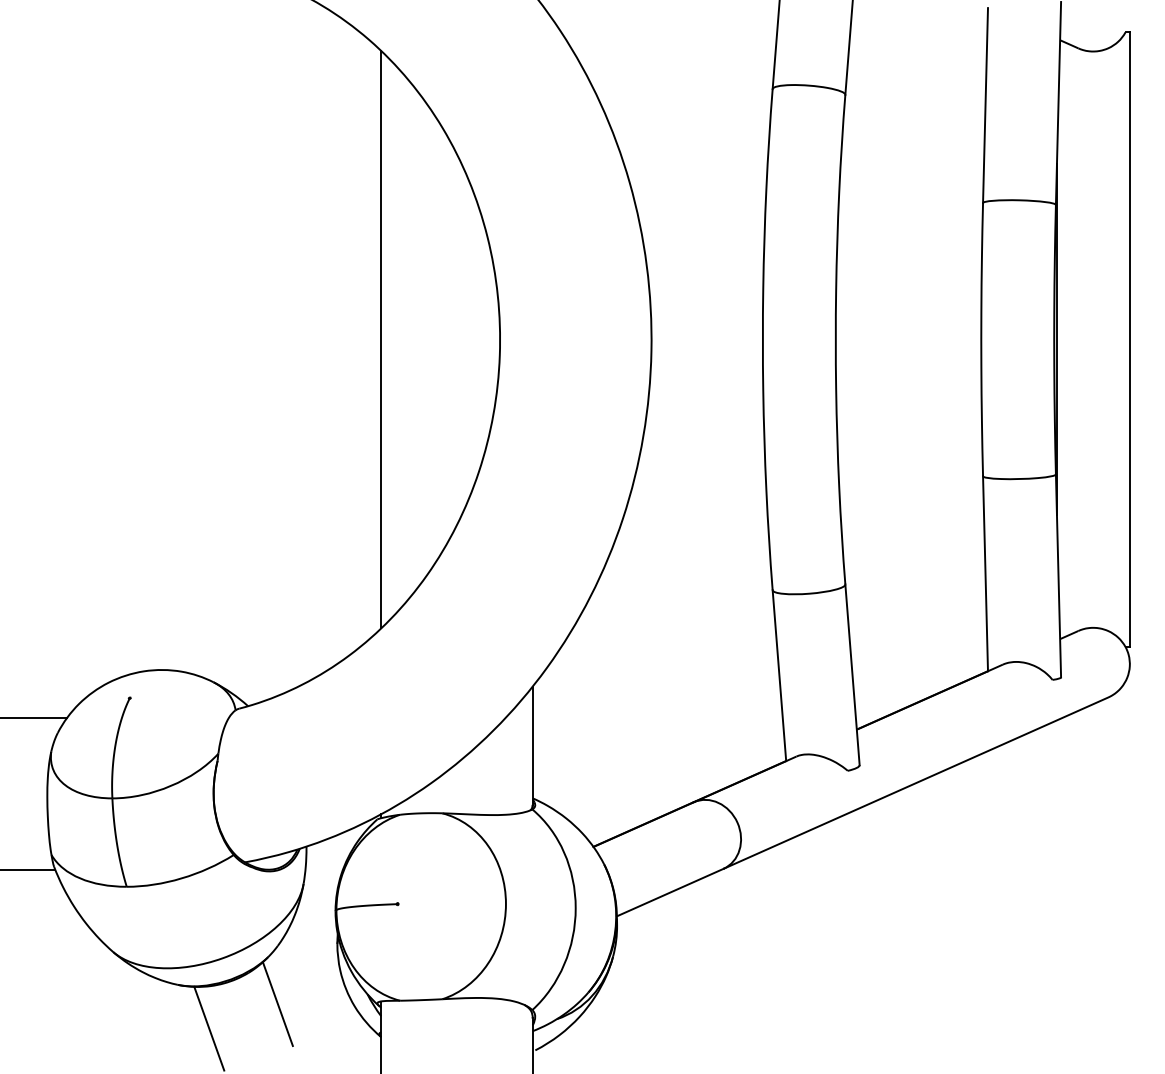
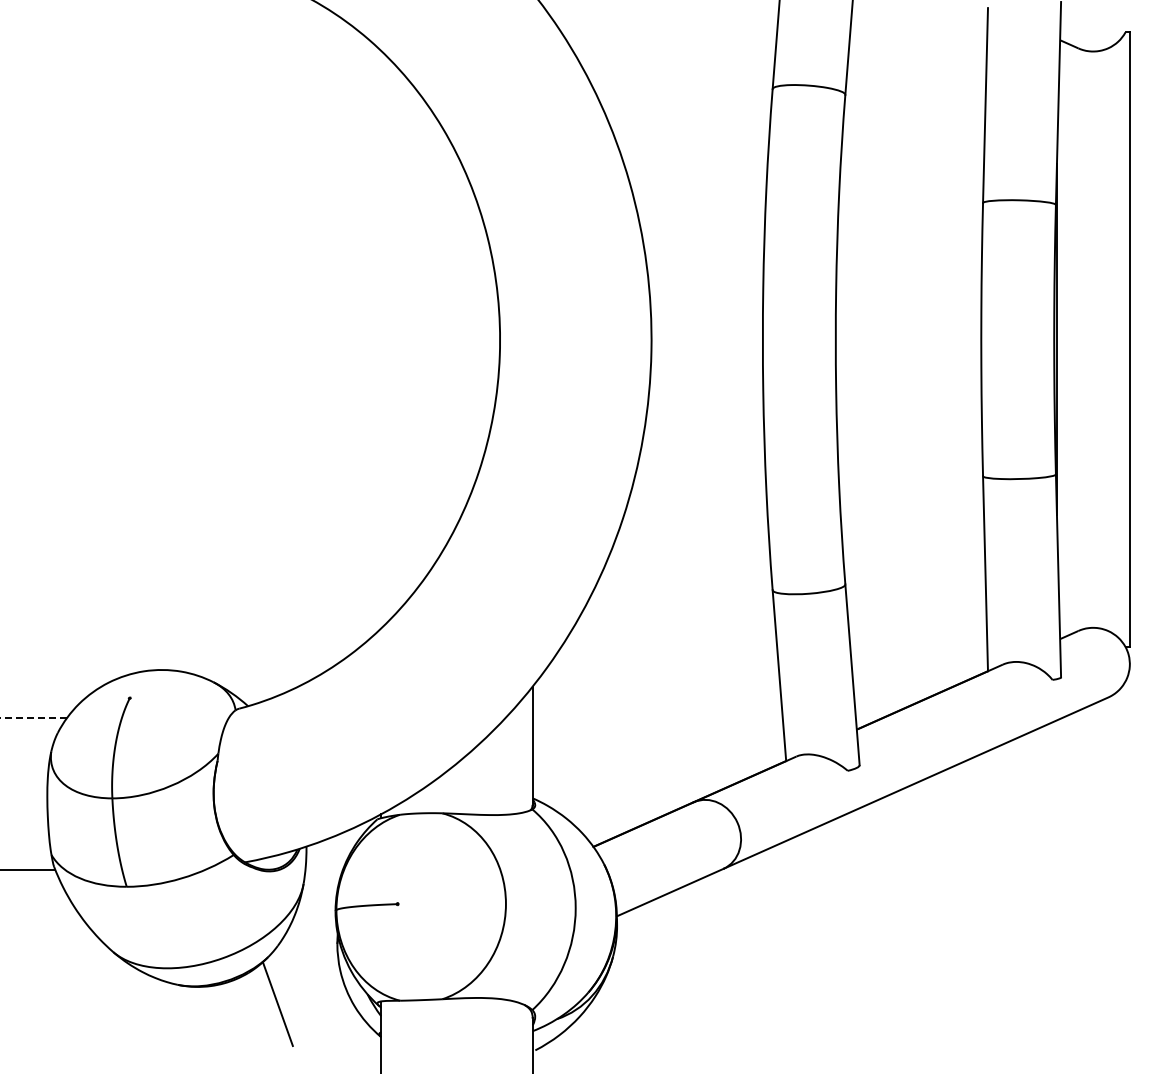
line at (381, 339): present -> none
line at (33, 718): solid -> dashed
line at (209, 1028): present -> none
